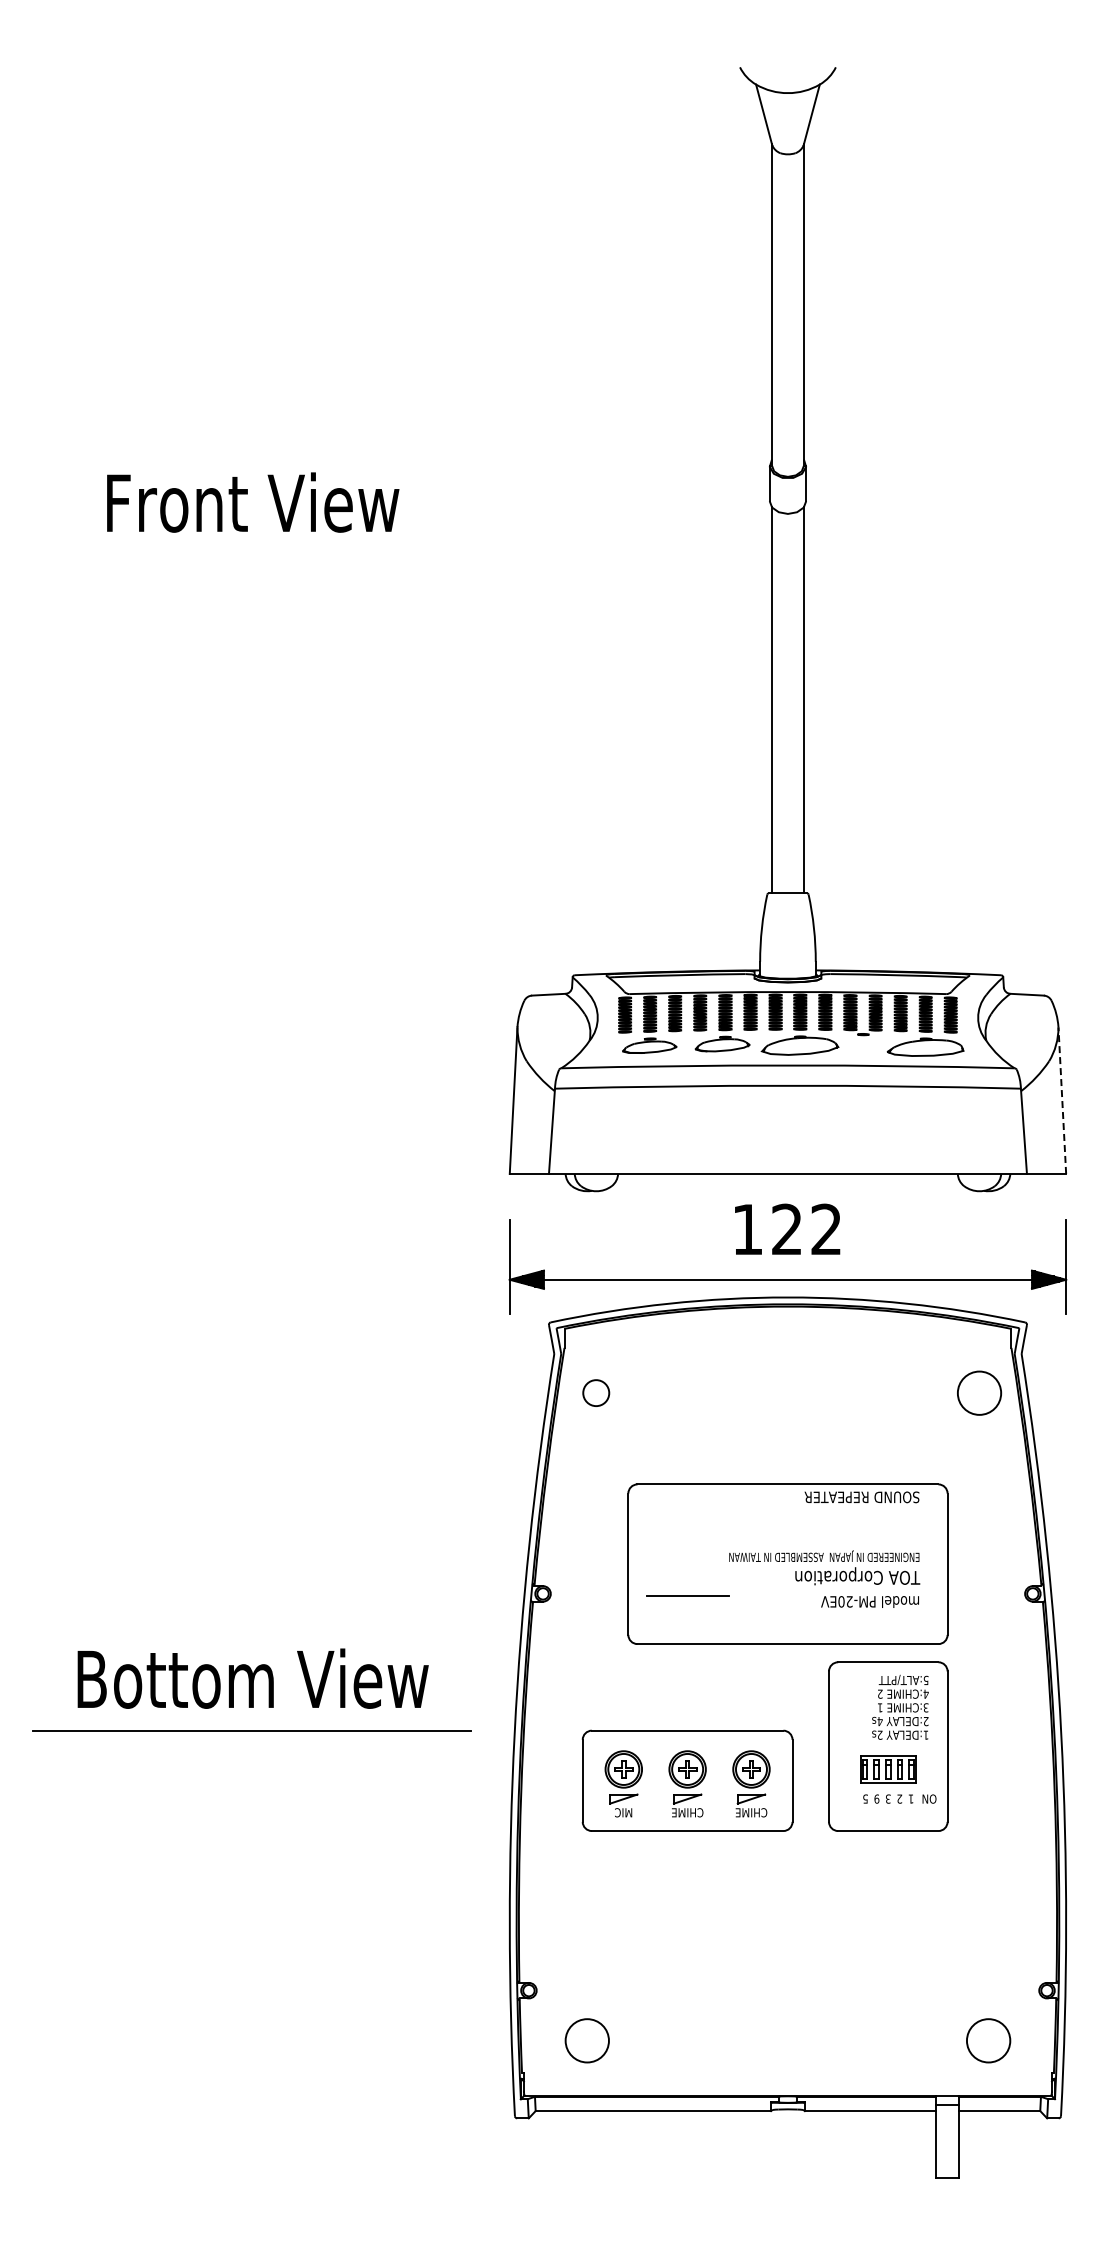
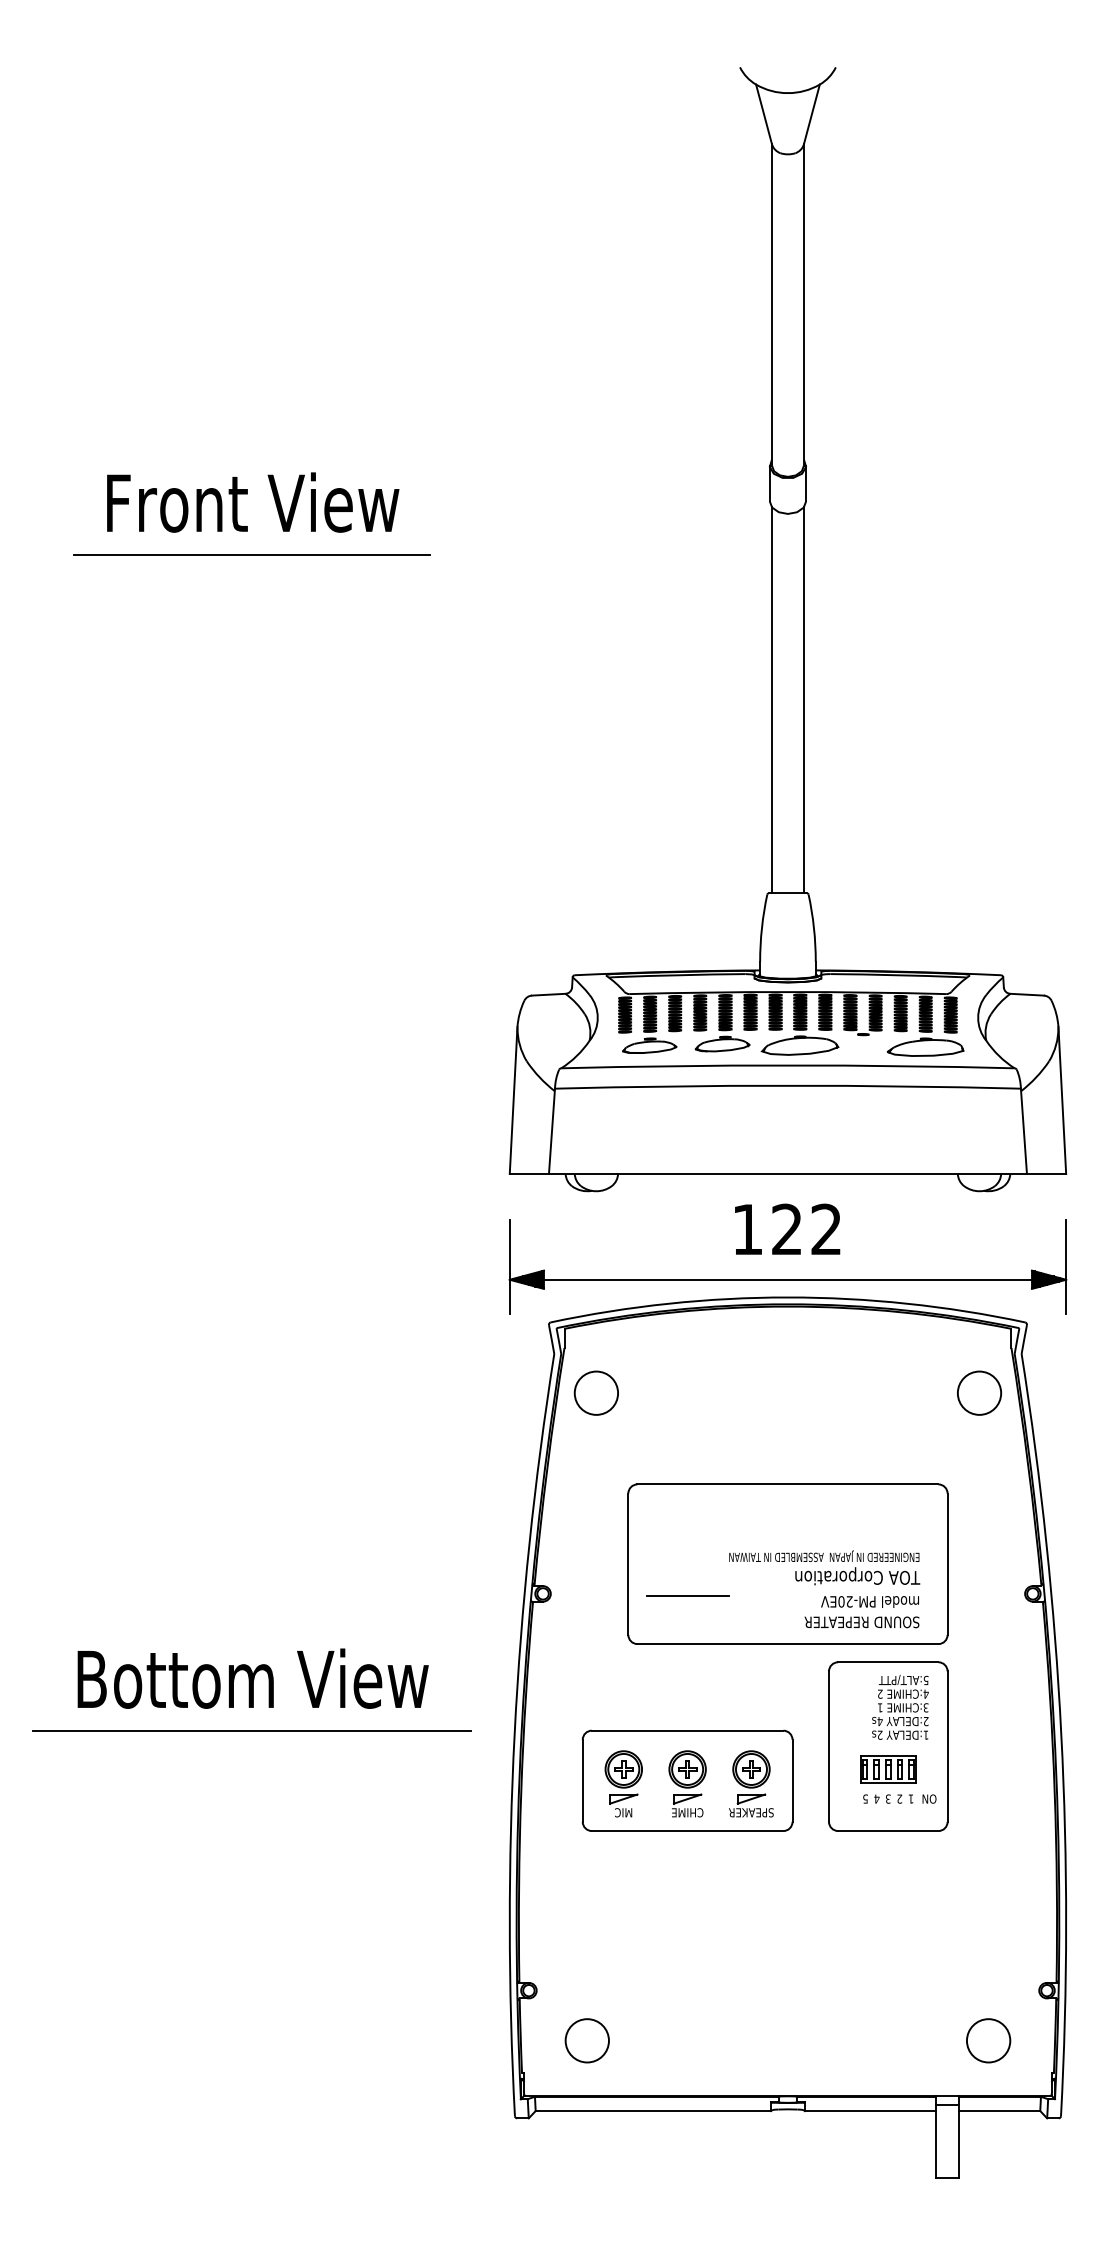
line at (251, 554): none -> present
line at (1062, 1100): dashed -> solid
circle at (596, 1392) size: 29x28 px -> 46x46 px
text at (861, 1497) position: (861, 1497) -> (861, 1622)
text at (876, 1798): 9 -> 4
text at (751, 1812): CHIME -> SPEAKER
